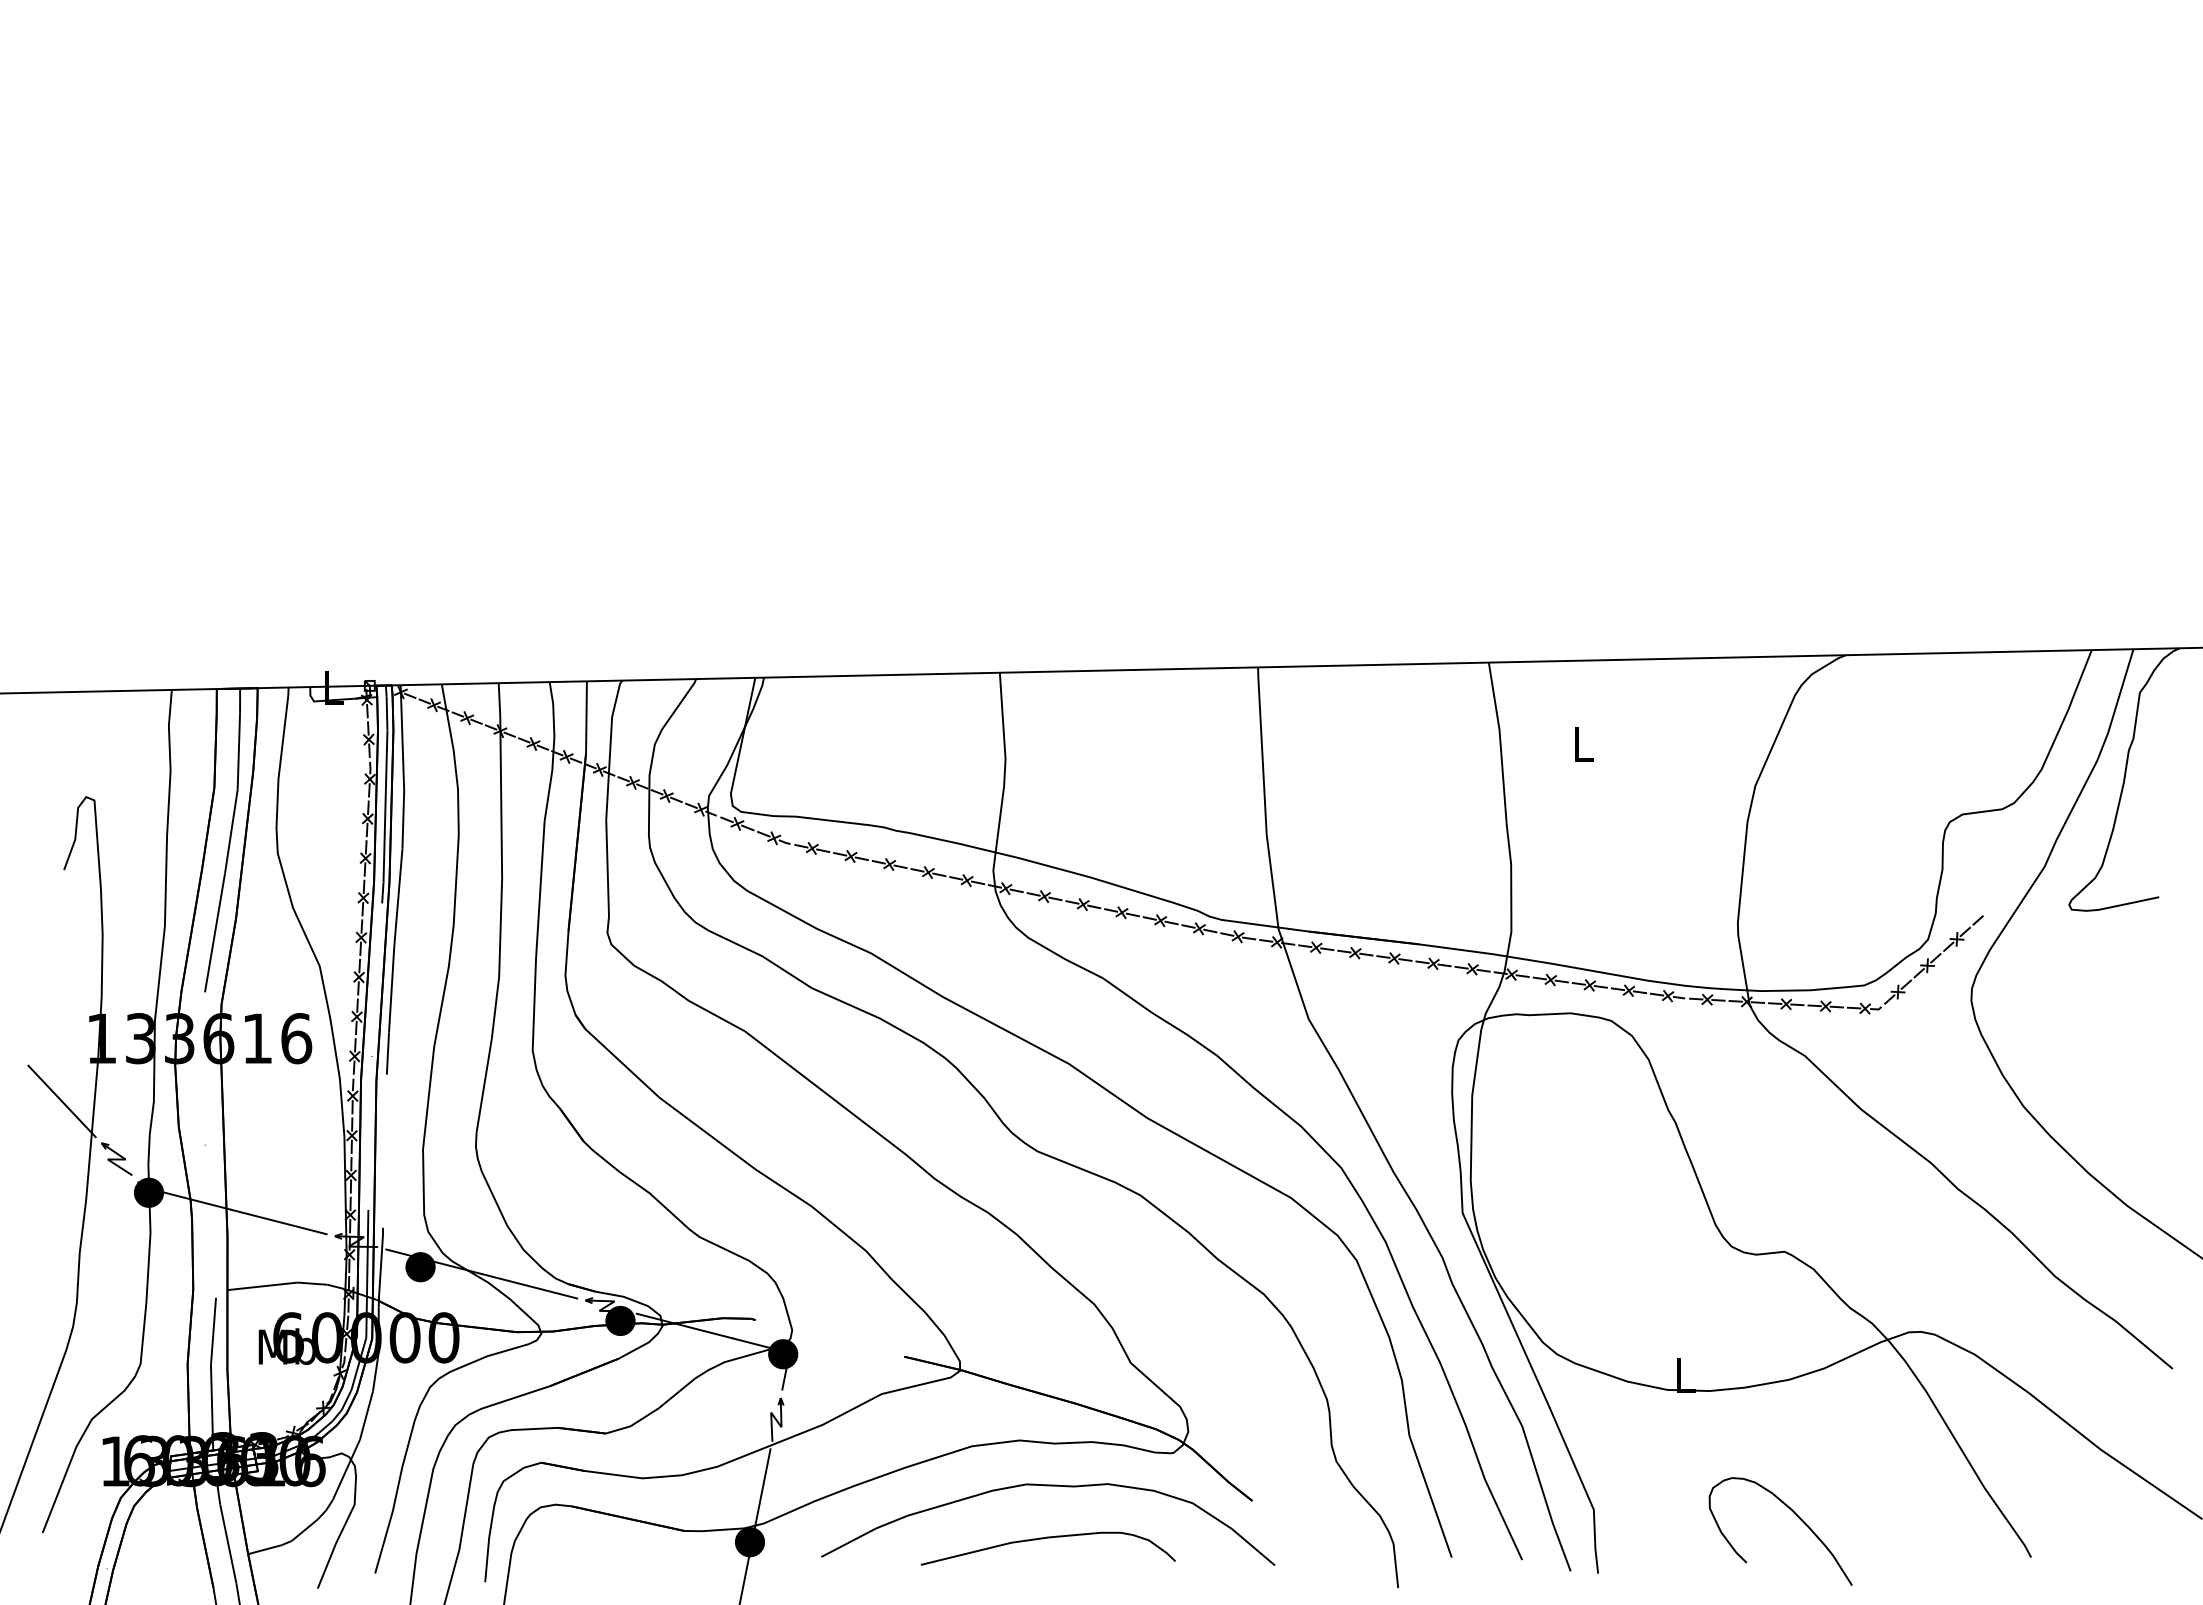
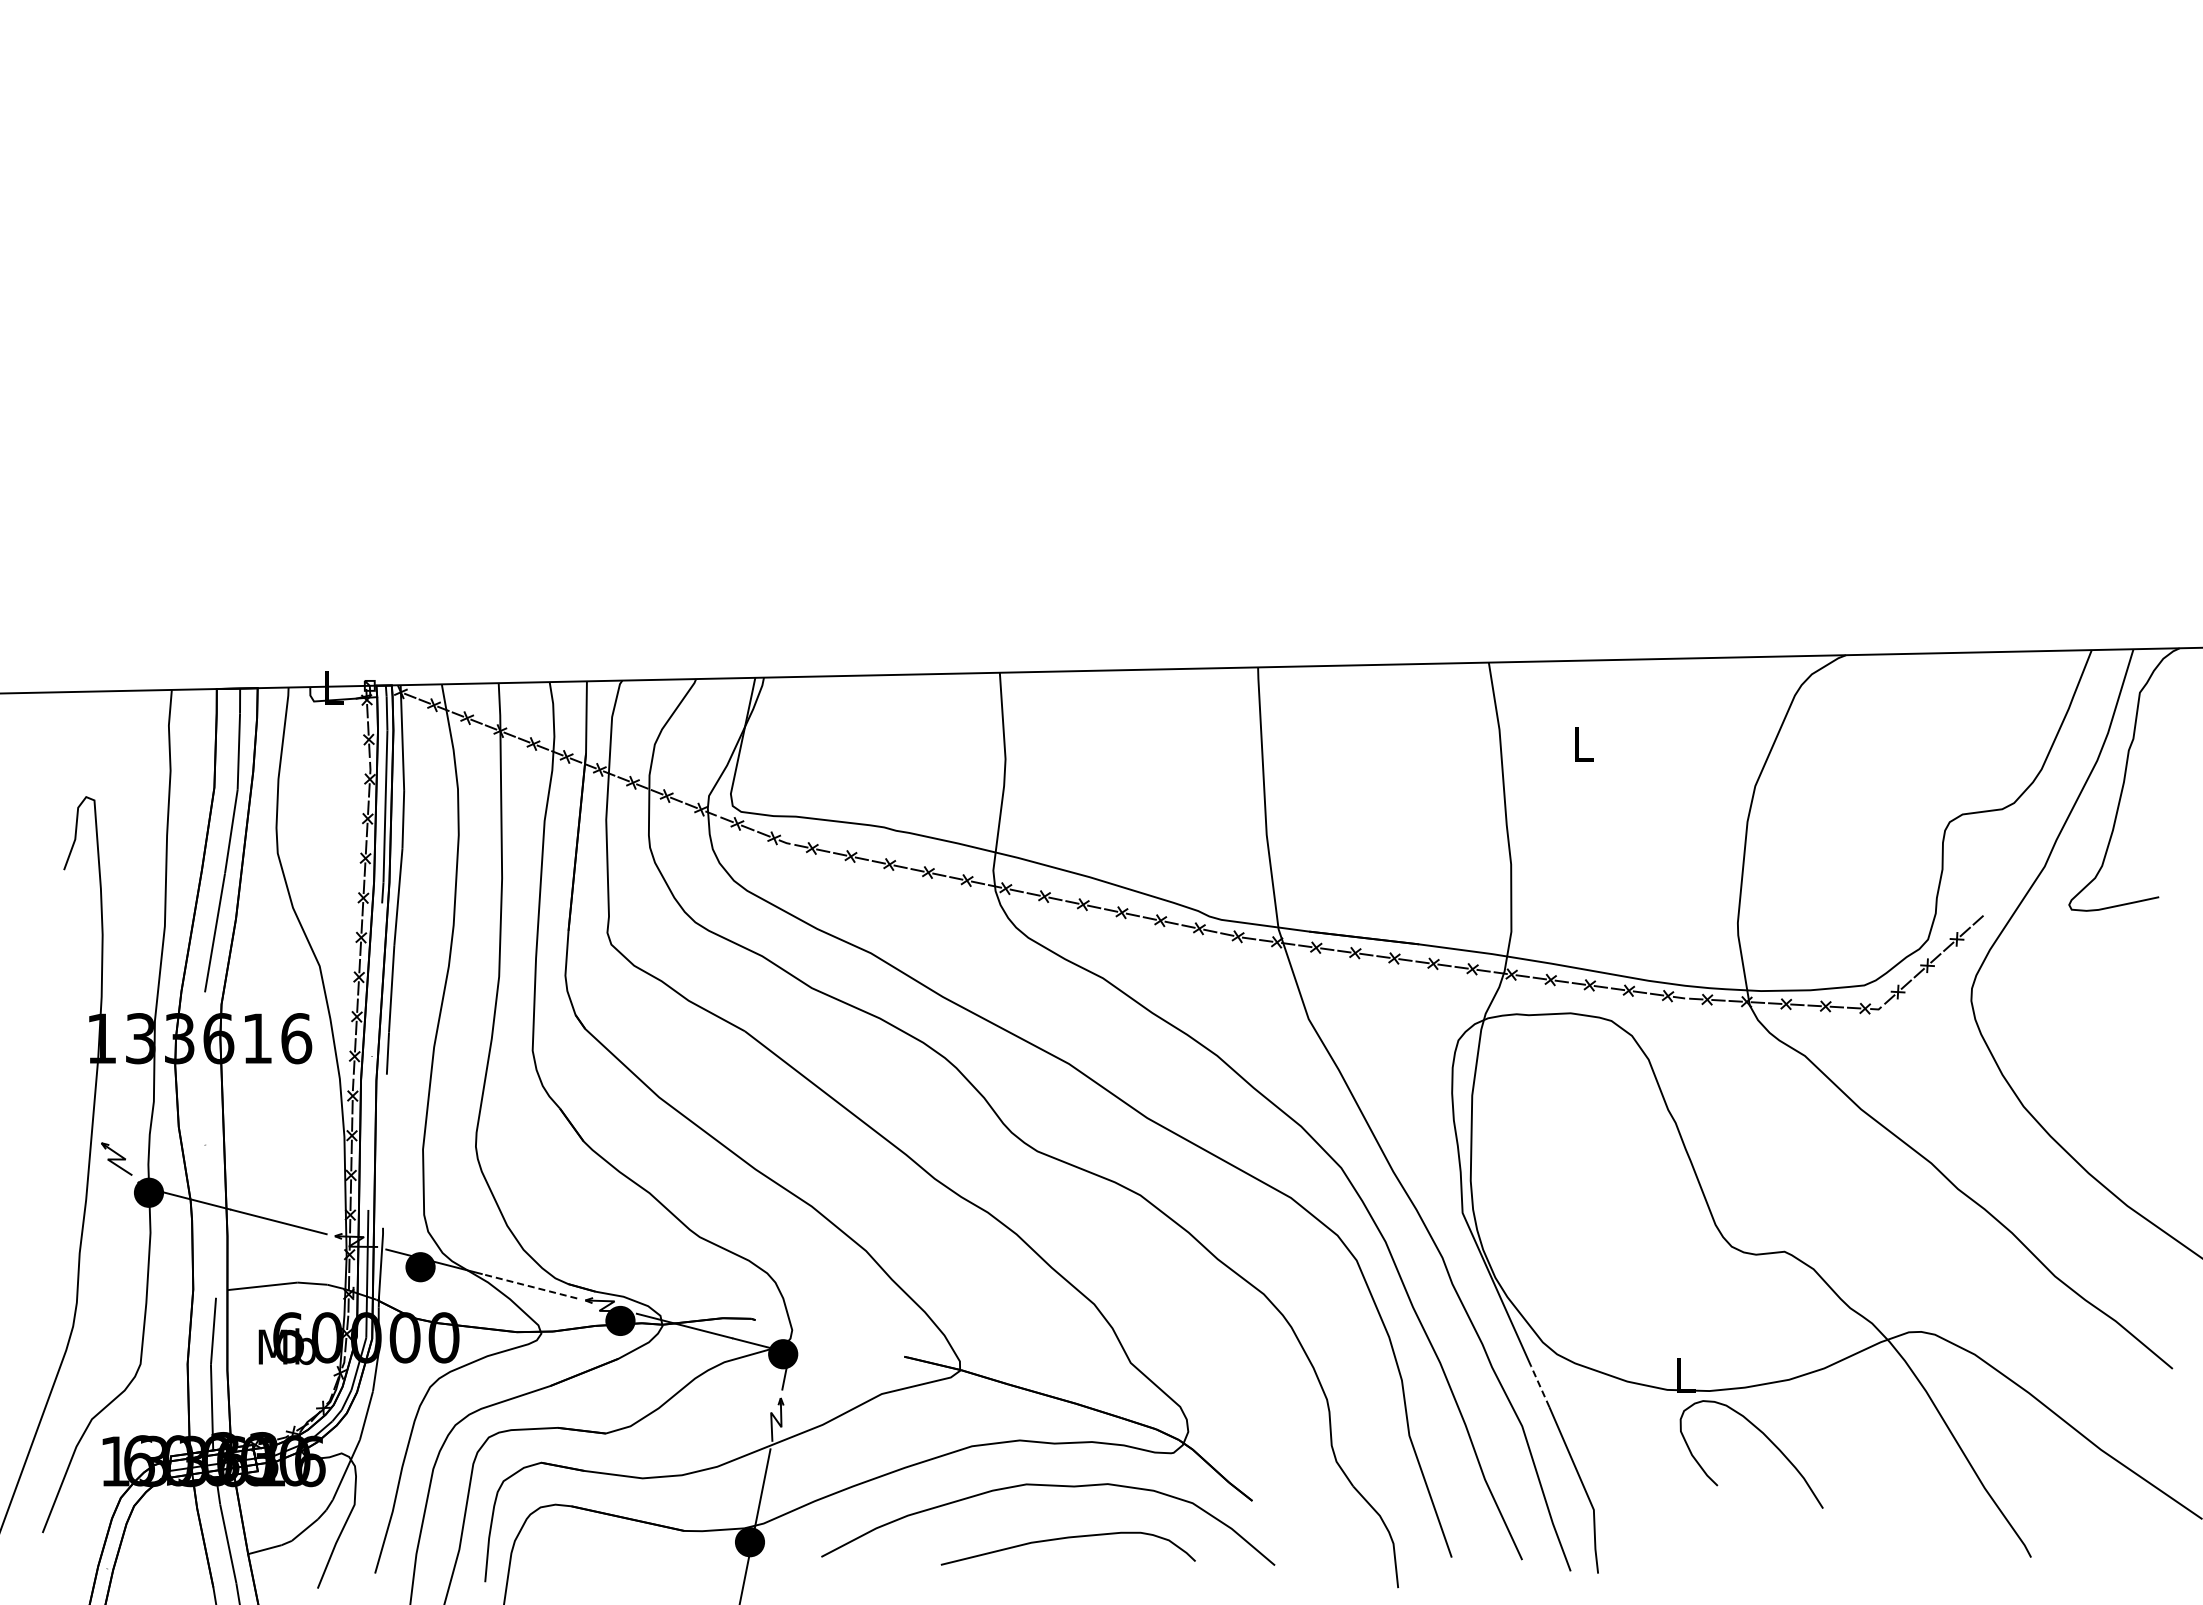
line at (61, 1101): present -> none
line at (529, 1286): solid -> dashed
line at (1540, 1386): solid -> dashed
curve at (1796, 1516) position: (1796, 1516) -> (1767, 1439)
curve at (1043, 1539) position: (1043, 1539) -> (1063, 1539)
